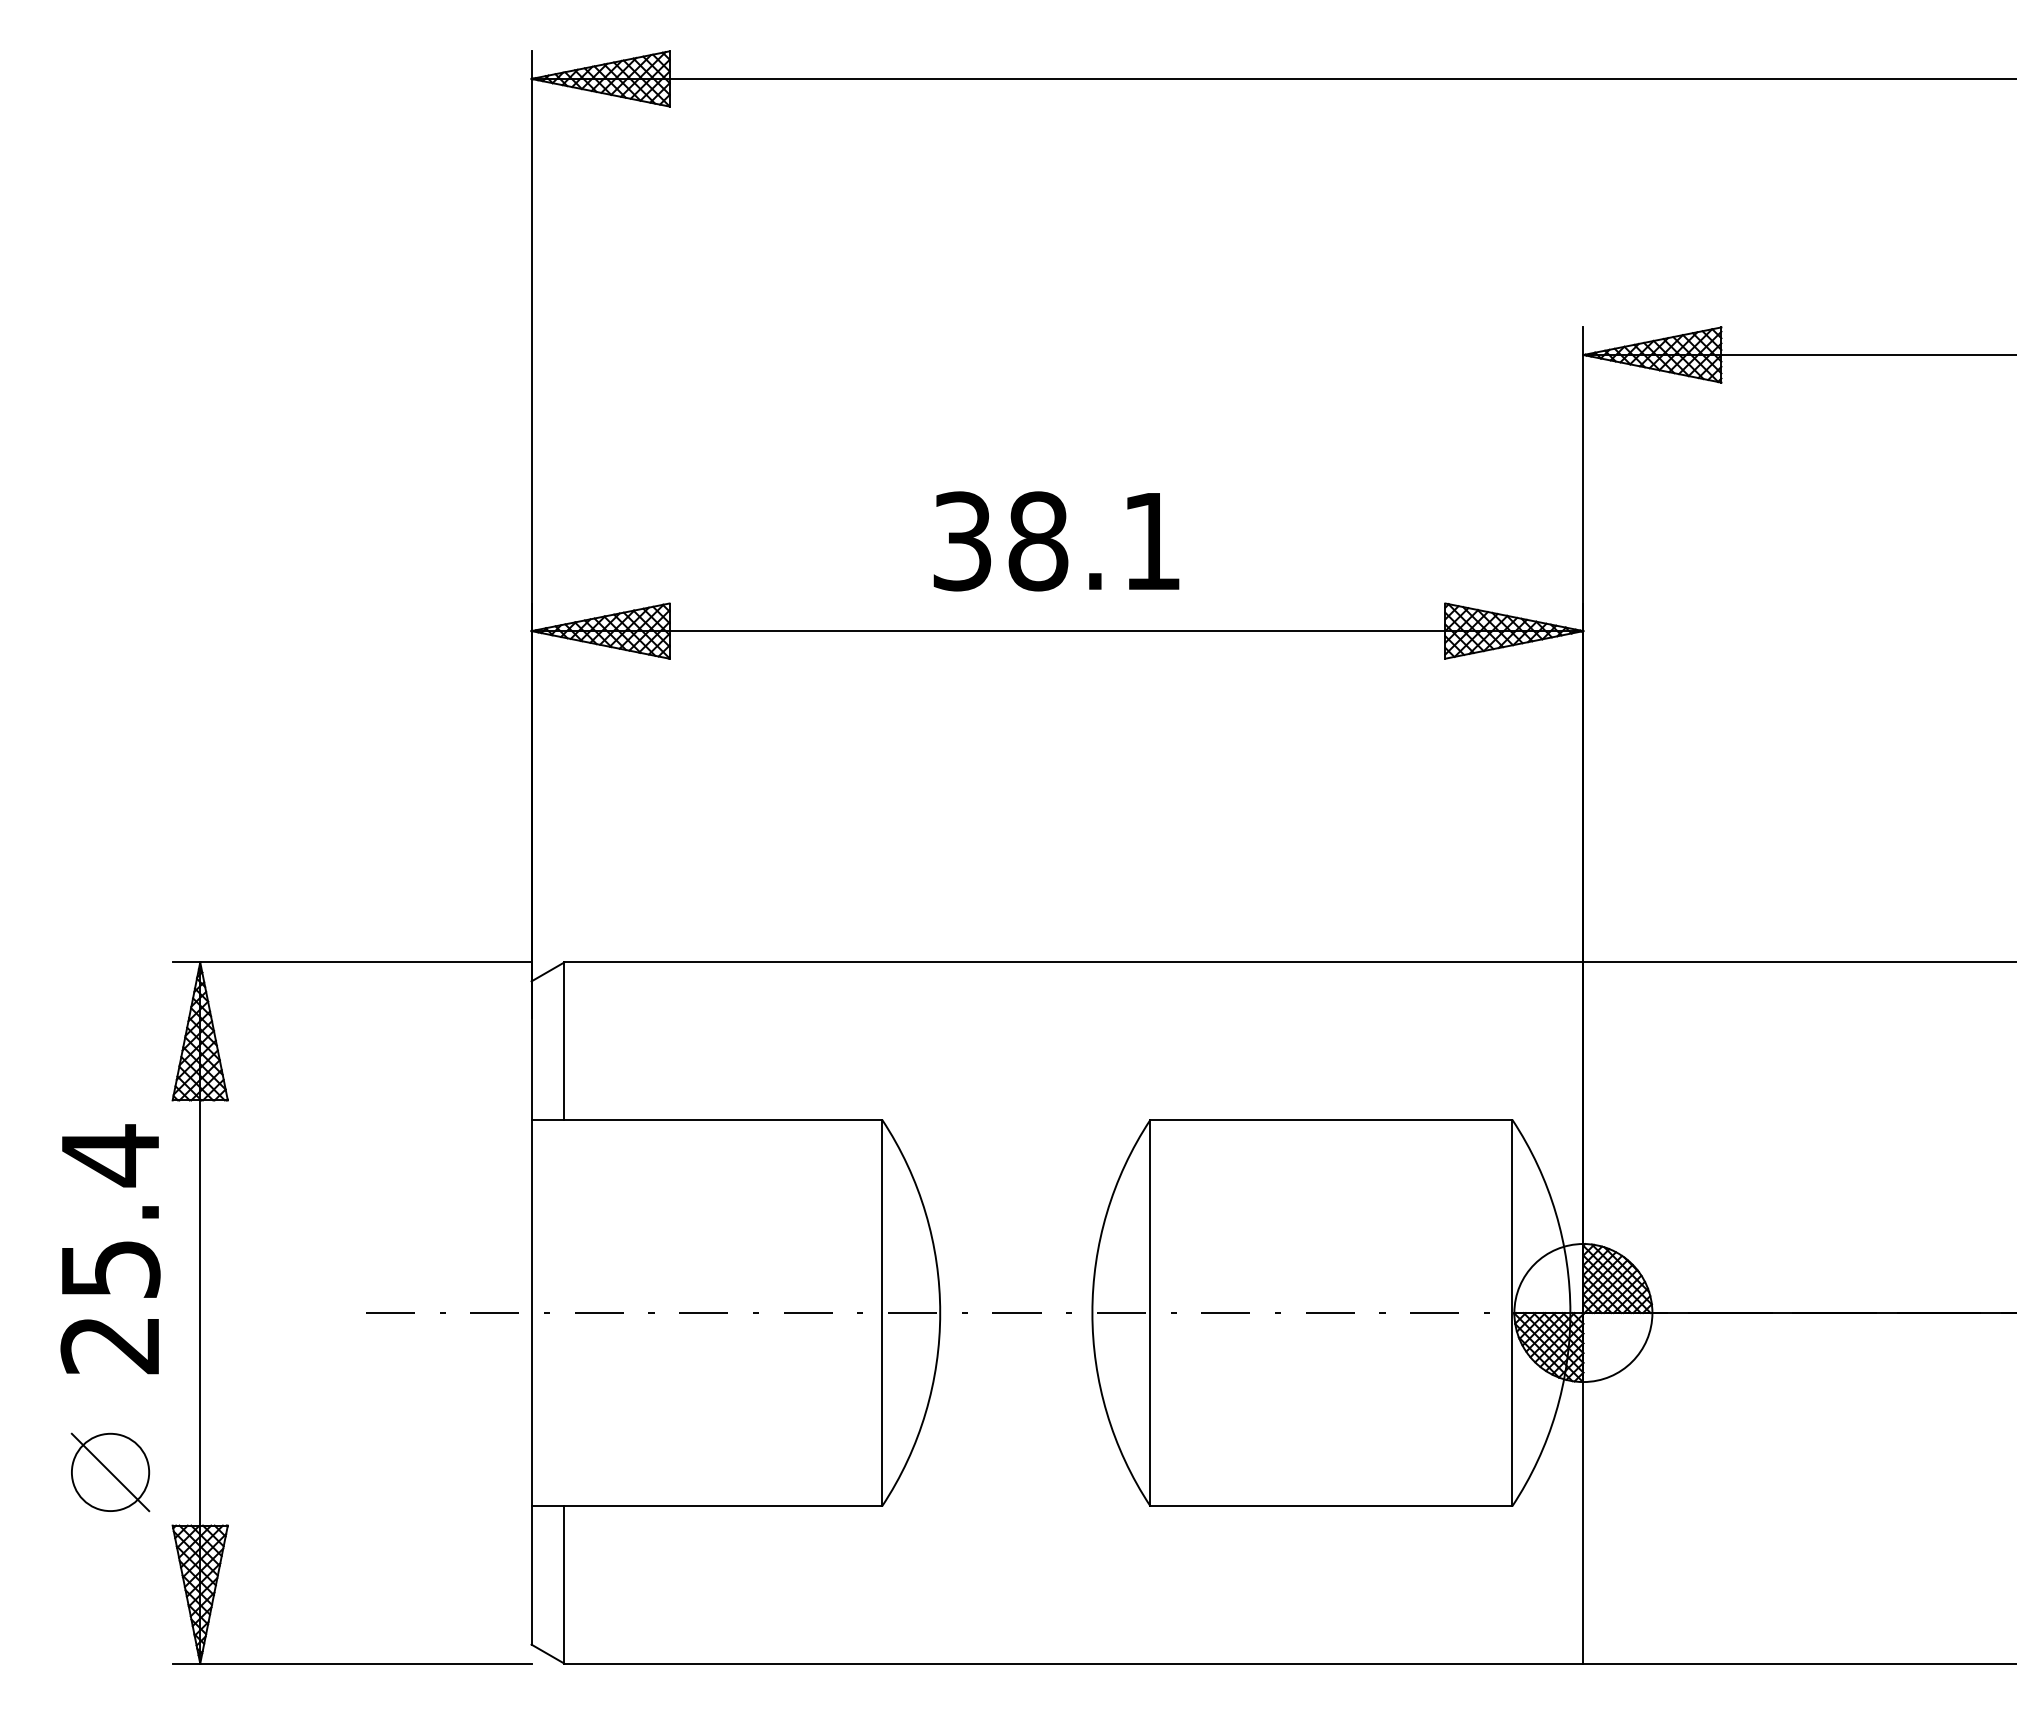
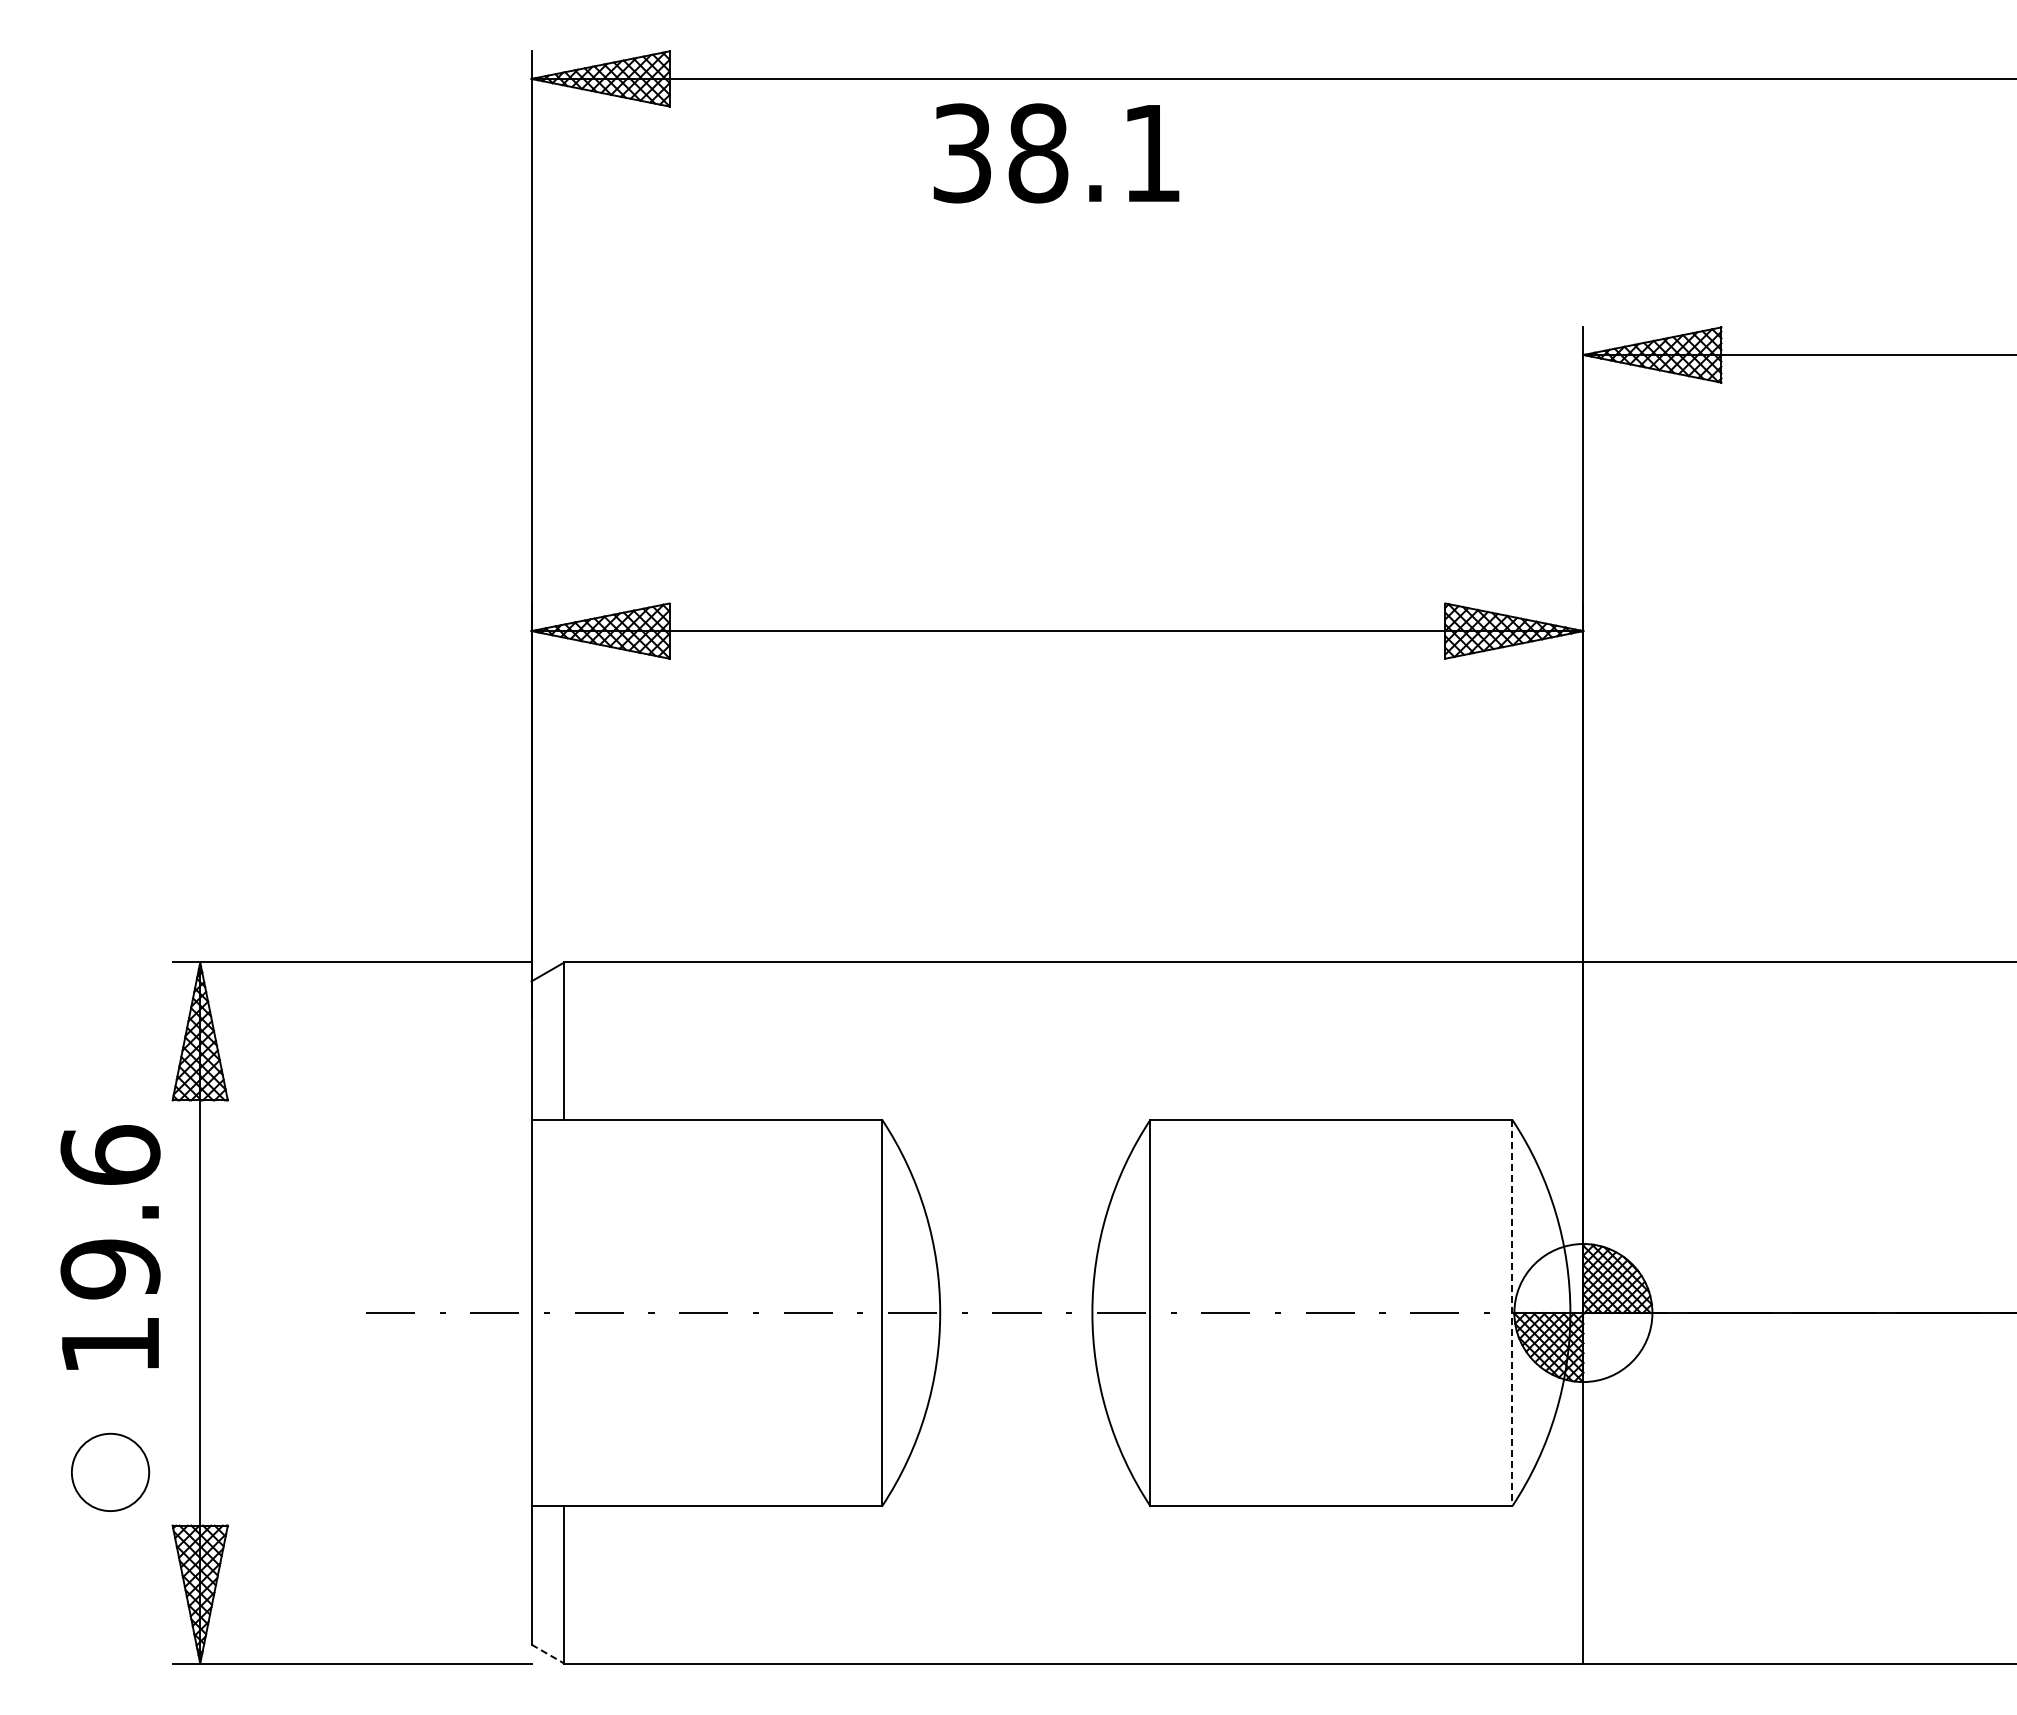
text at (1056, 541) position: (1056, 541) -> (1056, 153)
text at (110, 1249): 25.4 -> 19.6
line at (1512, 1313): solid -> dashed
line at (110, 1472): present -> none
line at (547, 1654): solid -> dashed
